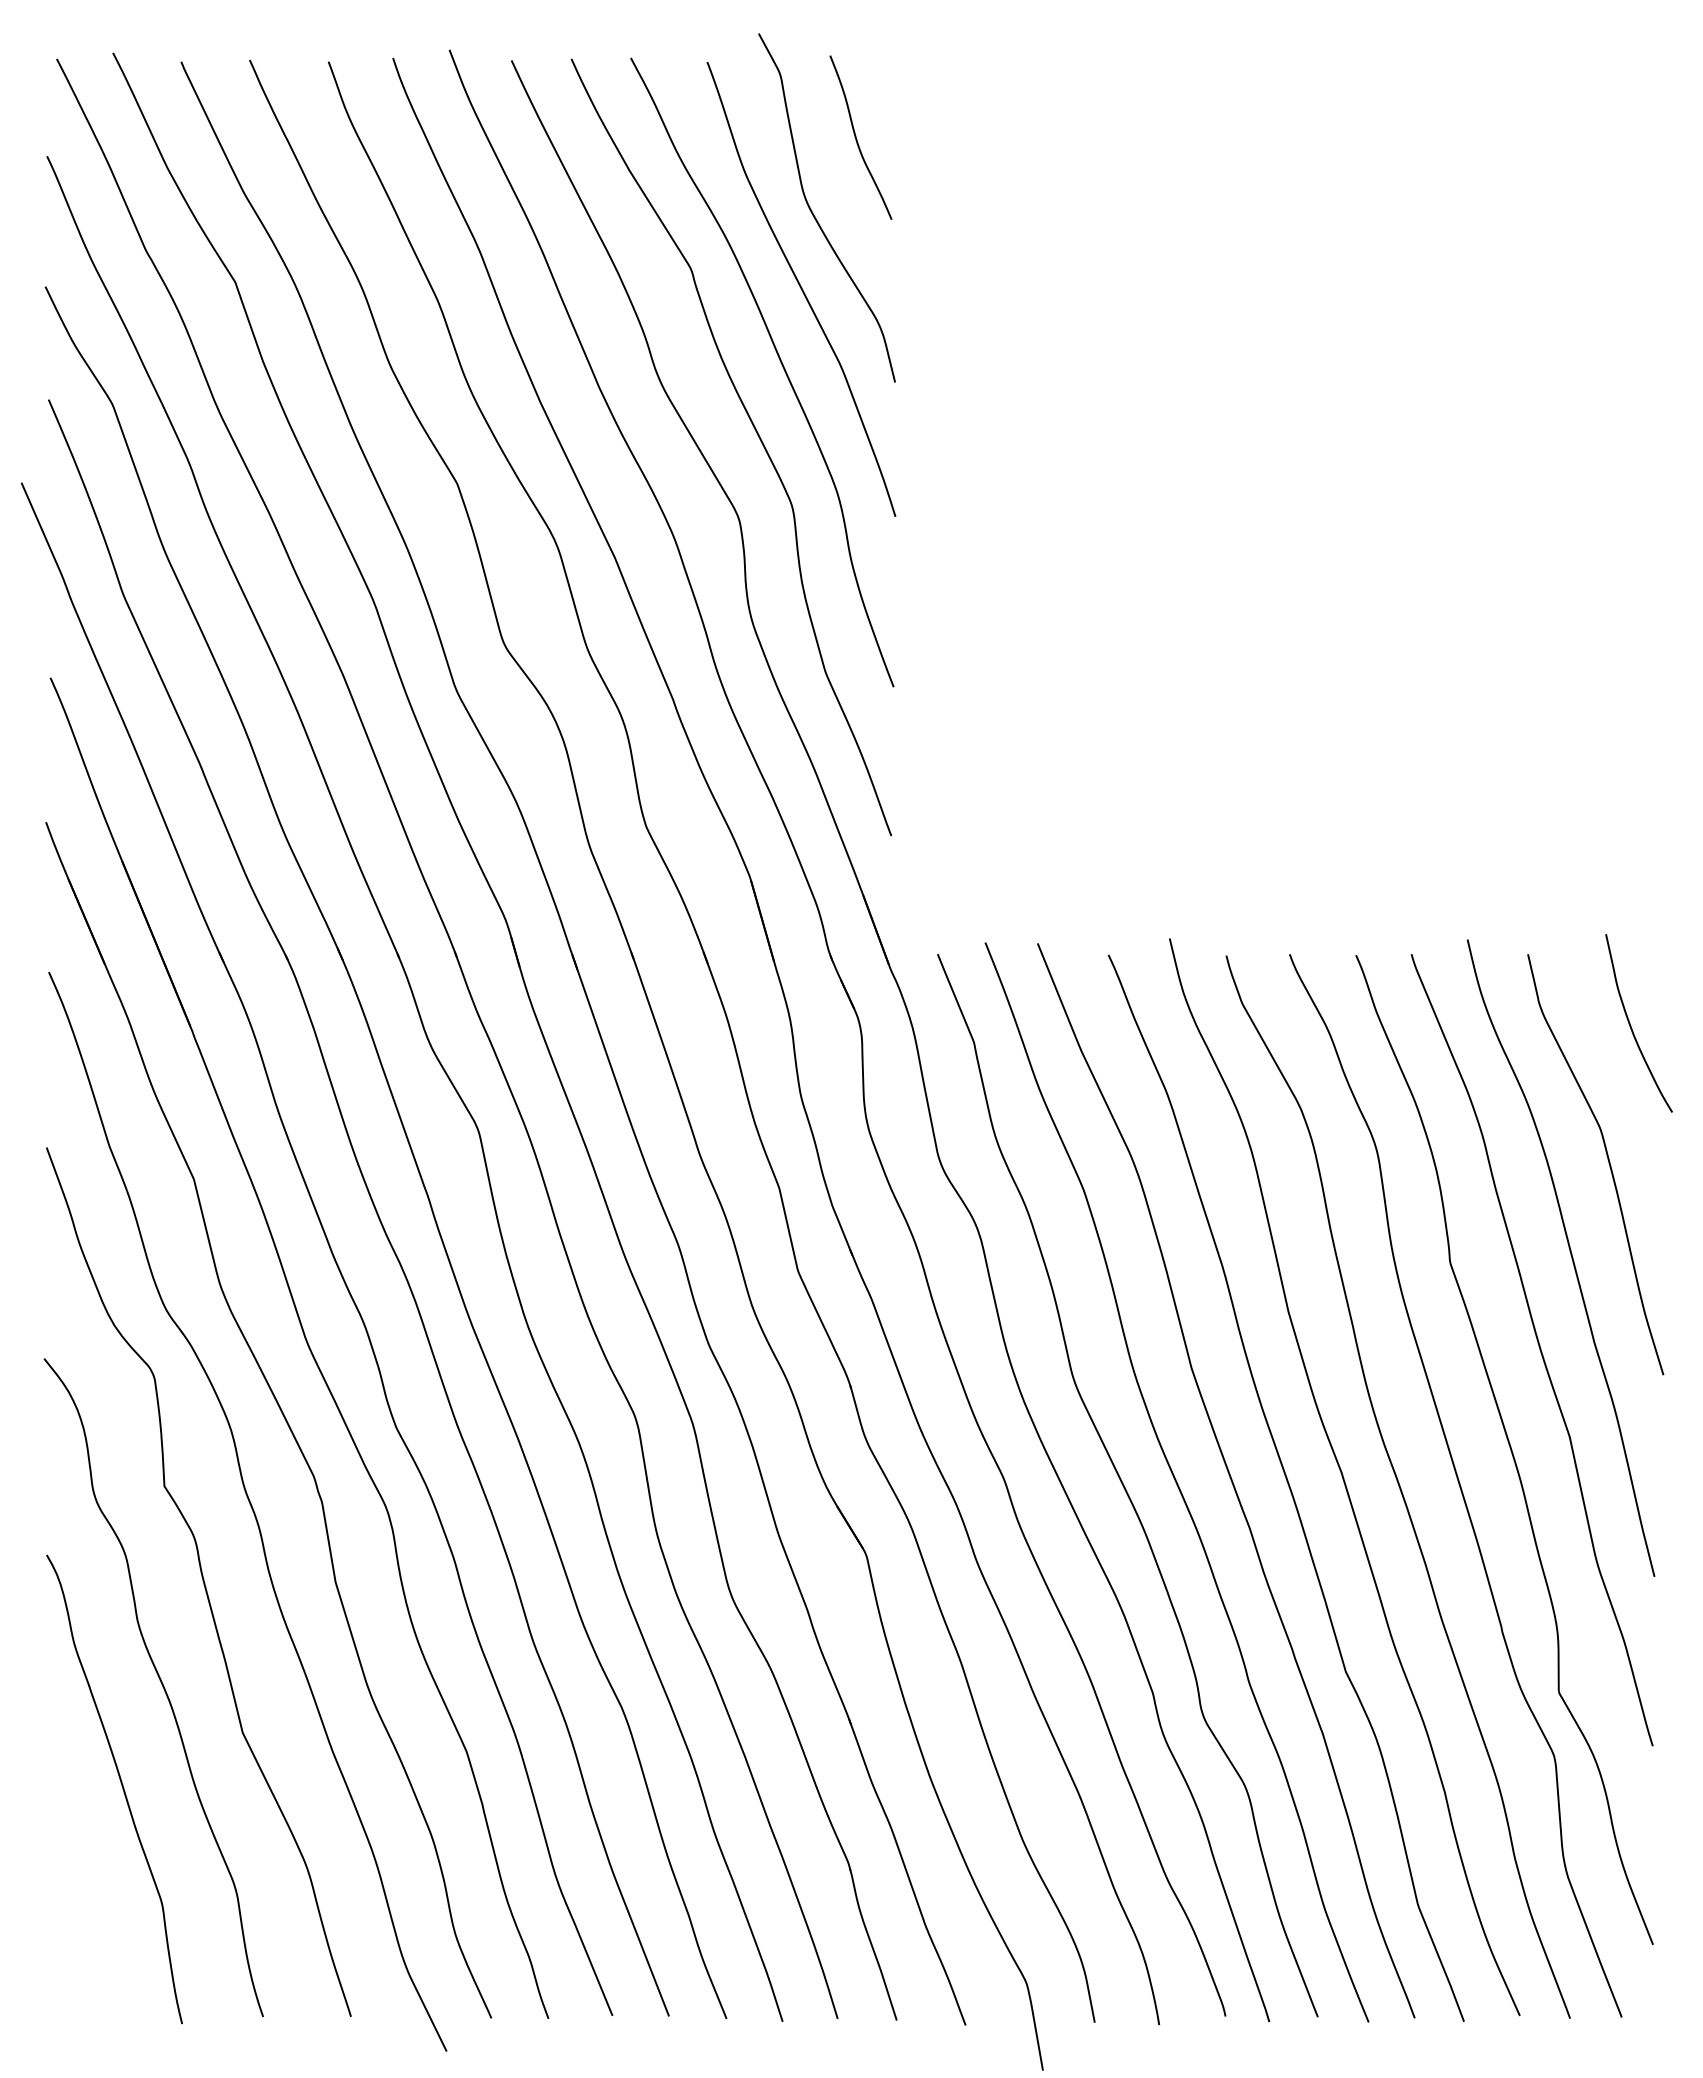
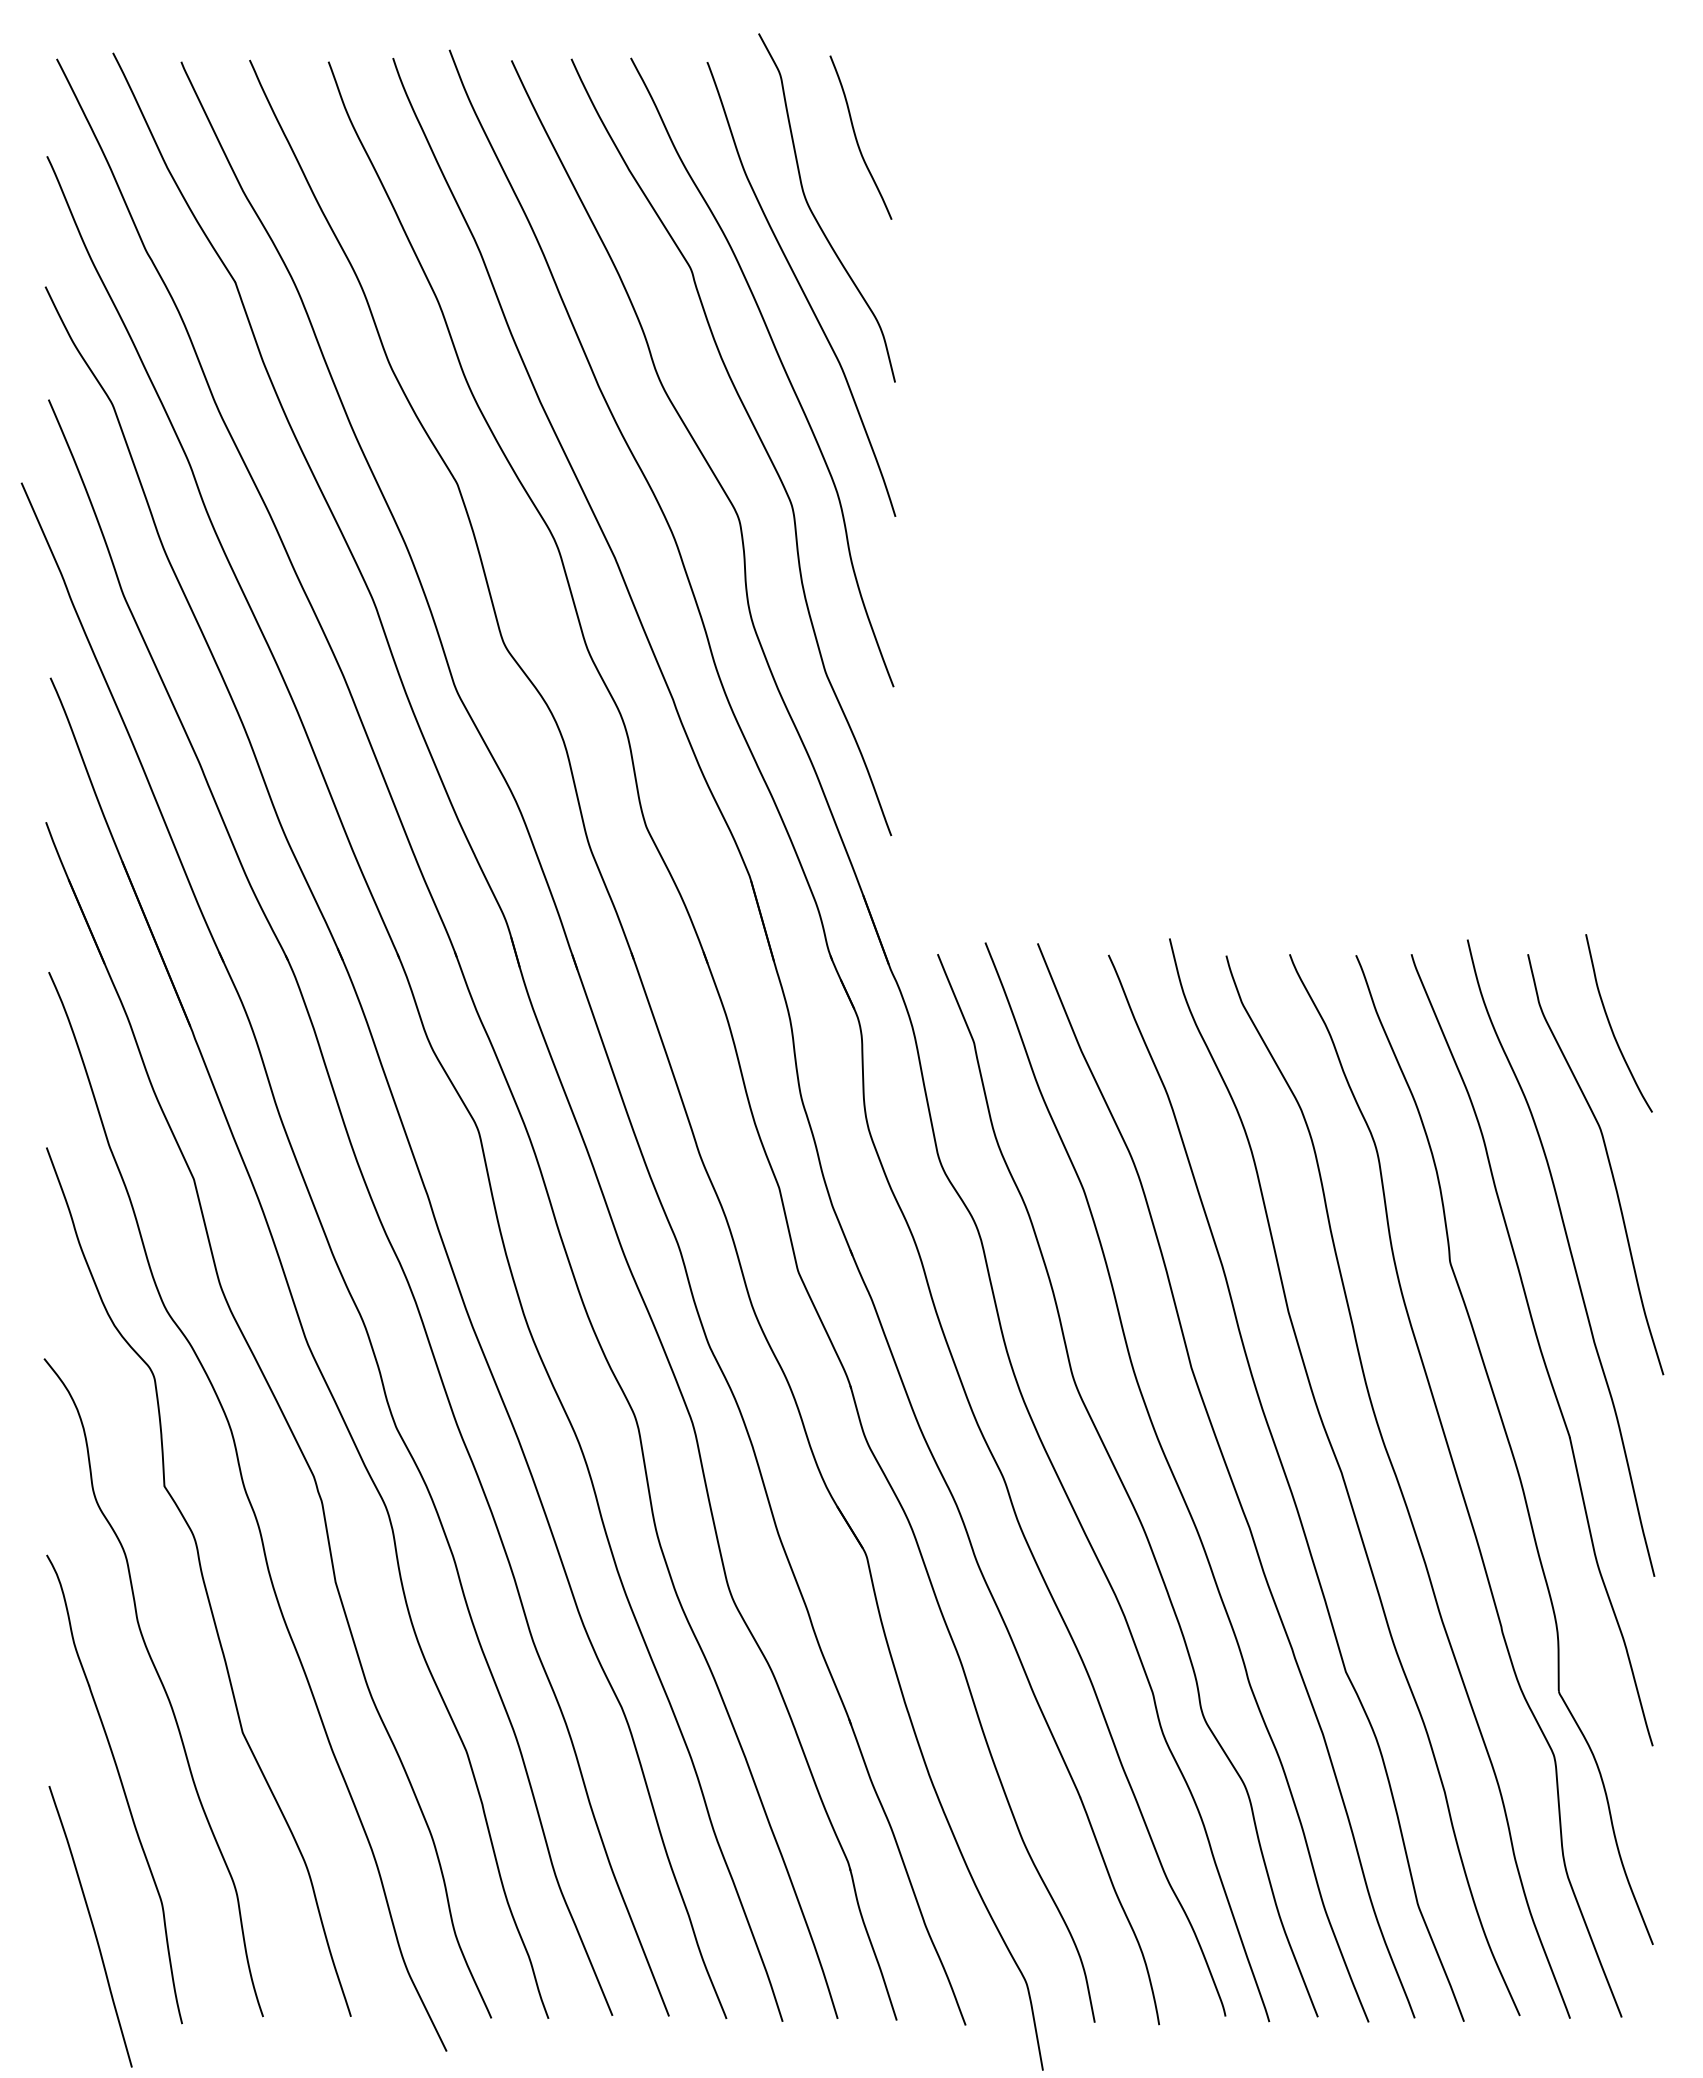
curve at (1631, 1025) position: (1631, 1025) -> (1611, 1025)
curve at (91, 1925): none -> present
